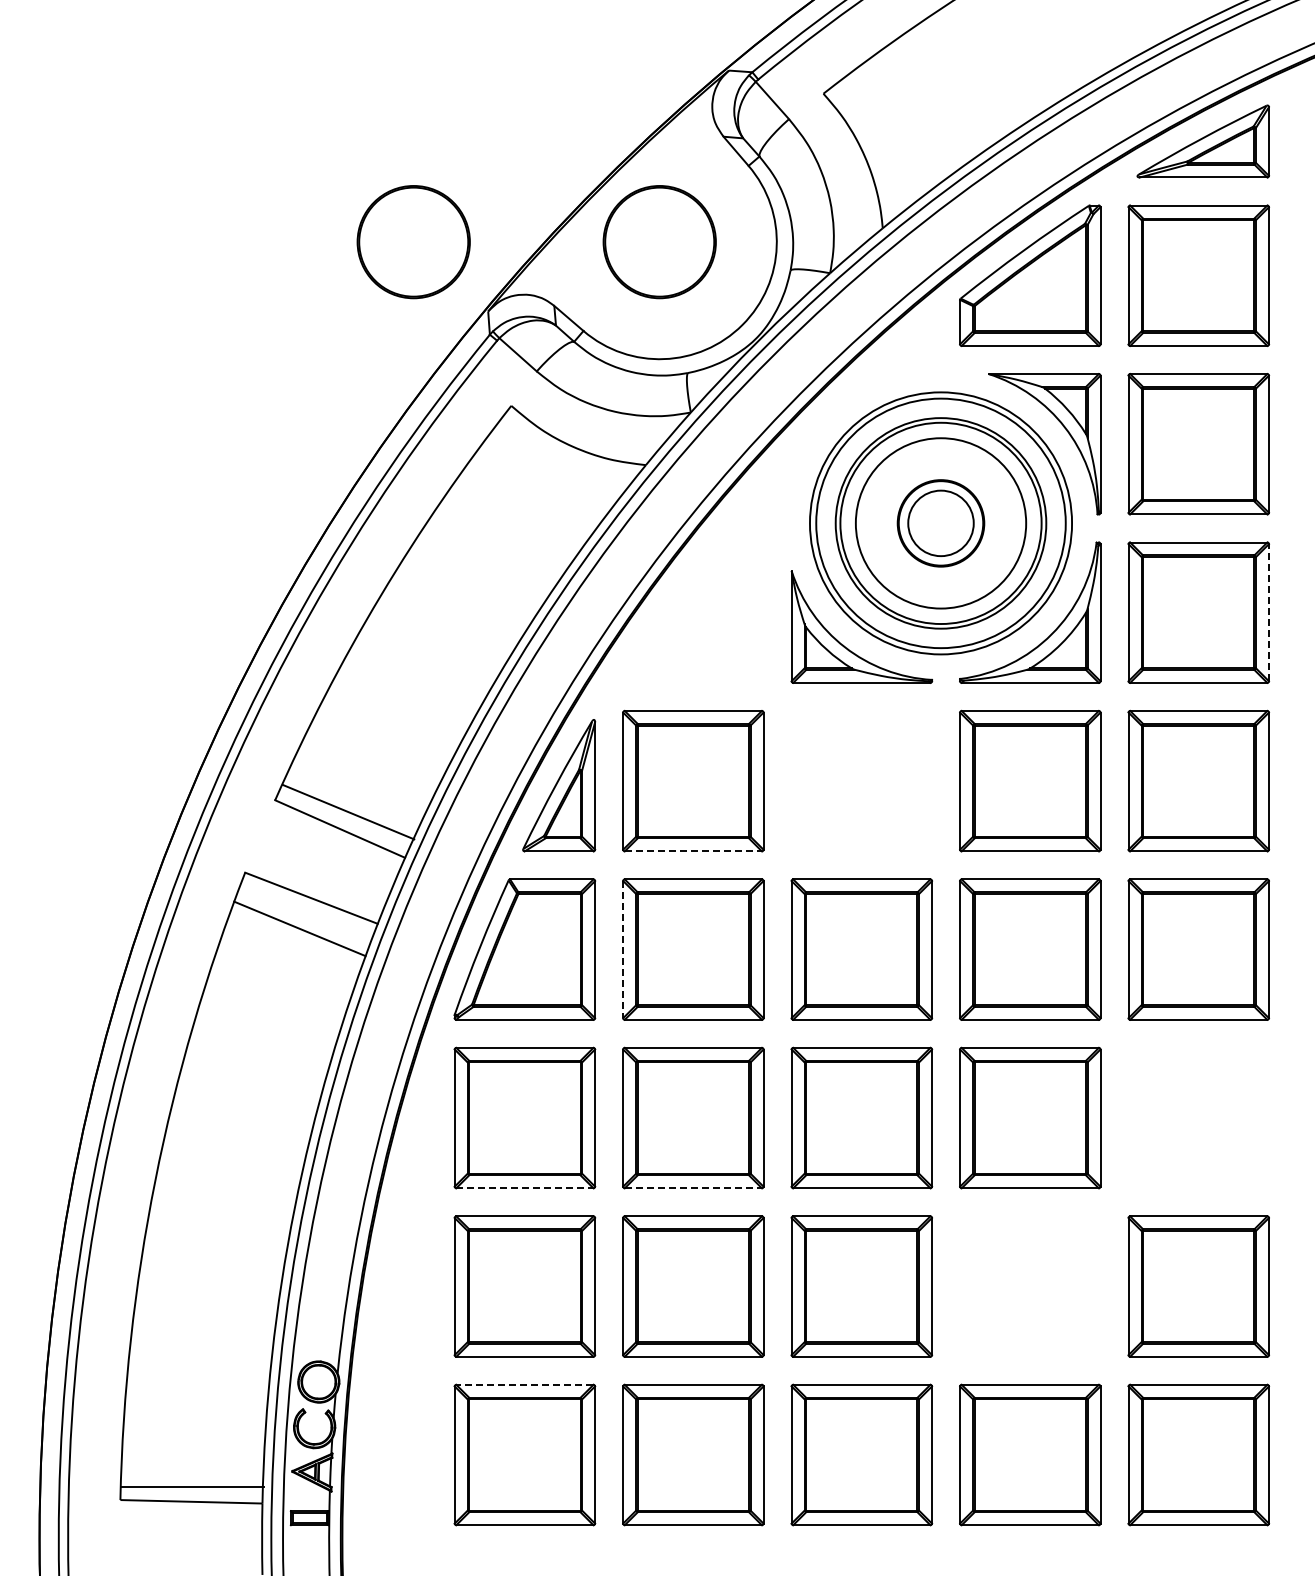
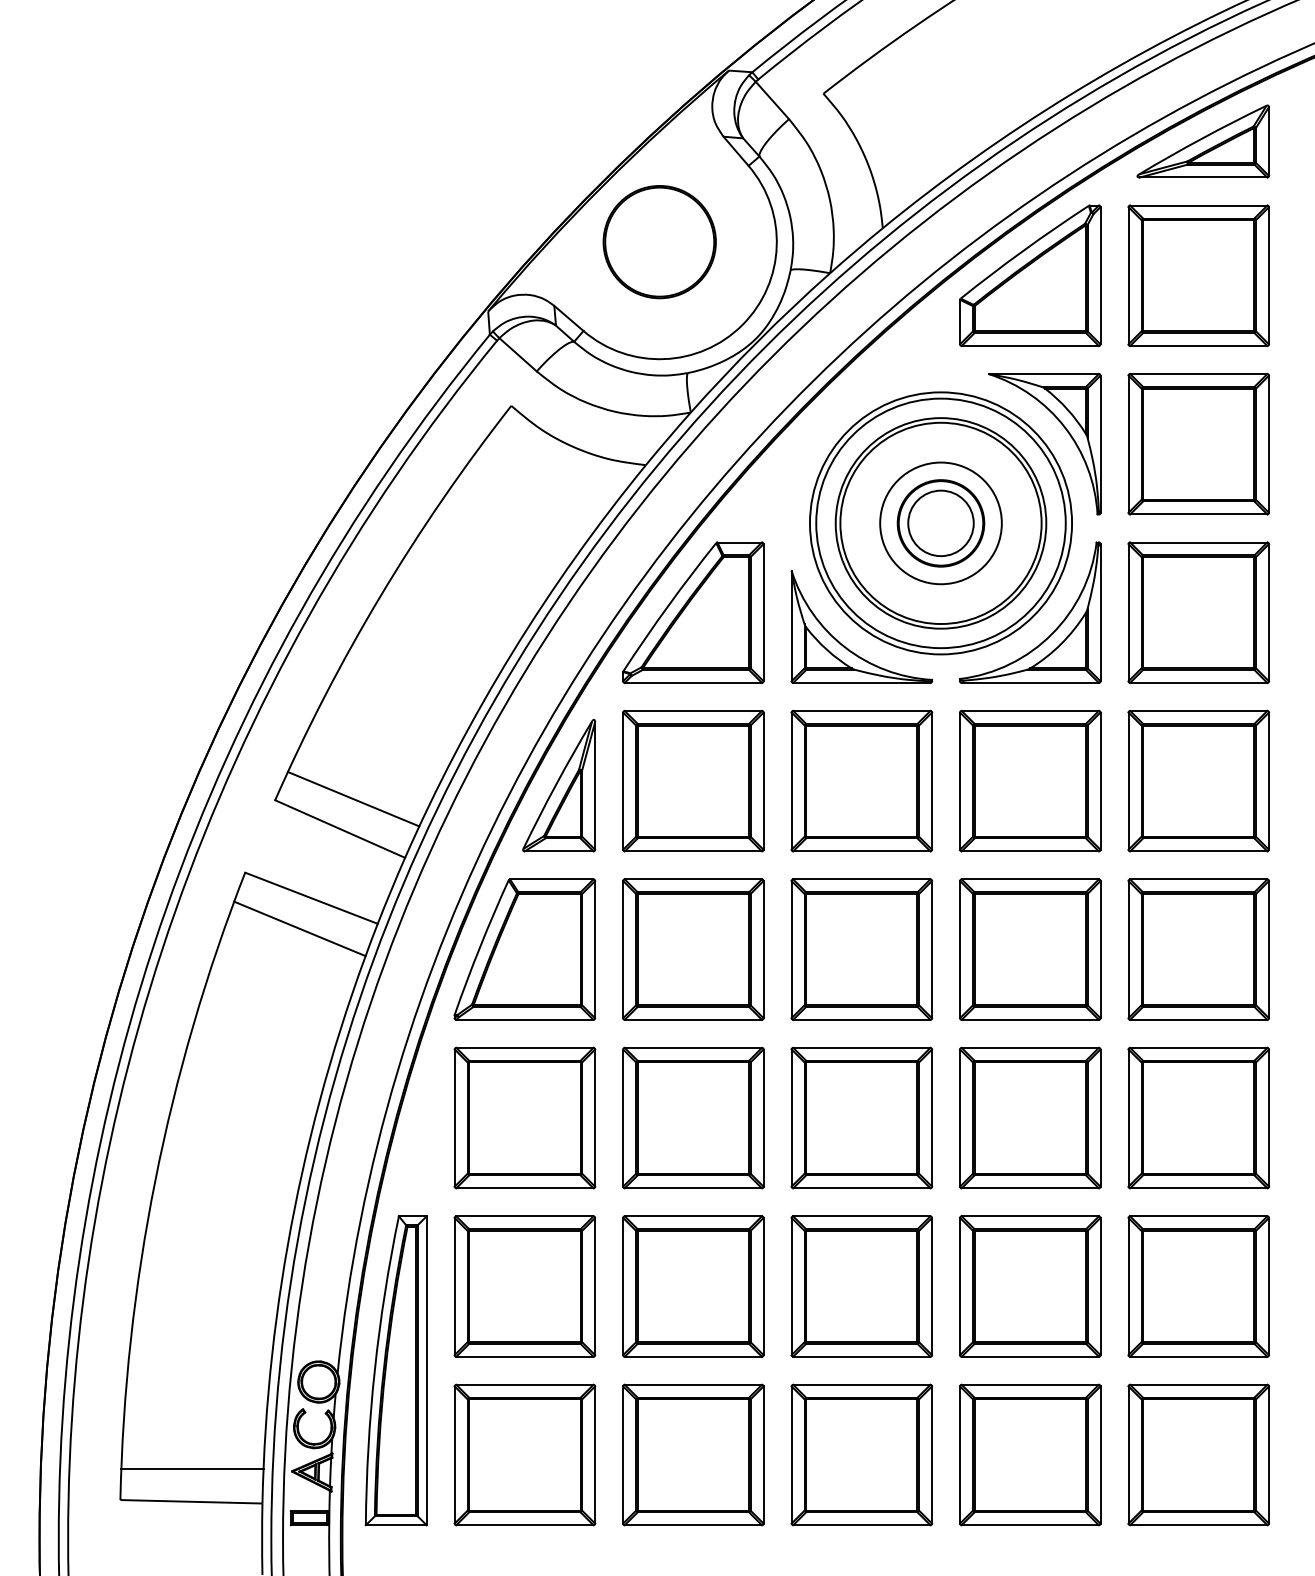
part at (413, 242): present -> none
circle at (940, 523) diameter: 170 px -> 122 px
part at (693, 612): none -> present
line at (1268, 612): dashed -> solid
part at (861, 780): none -> present
line at (348, 811) position: (348, 811) -> (353, 798)
line at (693, 851): dashed -> solid
line at (623, 949): dashed -> solid
part at (1198, 1117): none -> present
line at (524, 1188): dashed -> solid
line at (693, 1188): dashed -> solid
part at (1030, 1286): none -> present
part at (395, 1370): none -> present
line at (524, 1384): dashed -> solid
line at (192, 1487) position: (192, 1487) -> (192, 1469)
